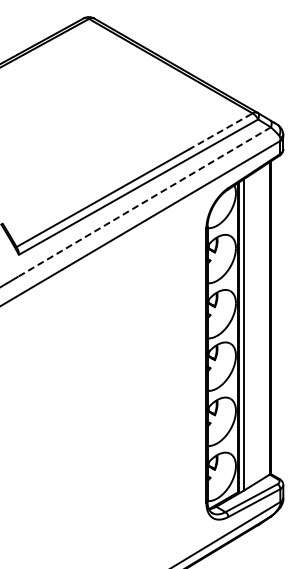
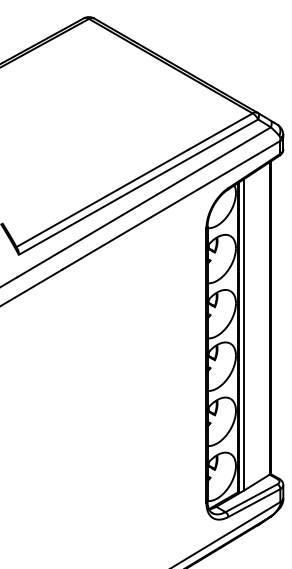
line at (220, 131): dashed -> solid
line at (143, 202): dashed -> solid
